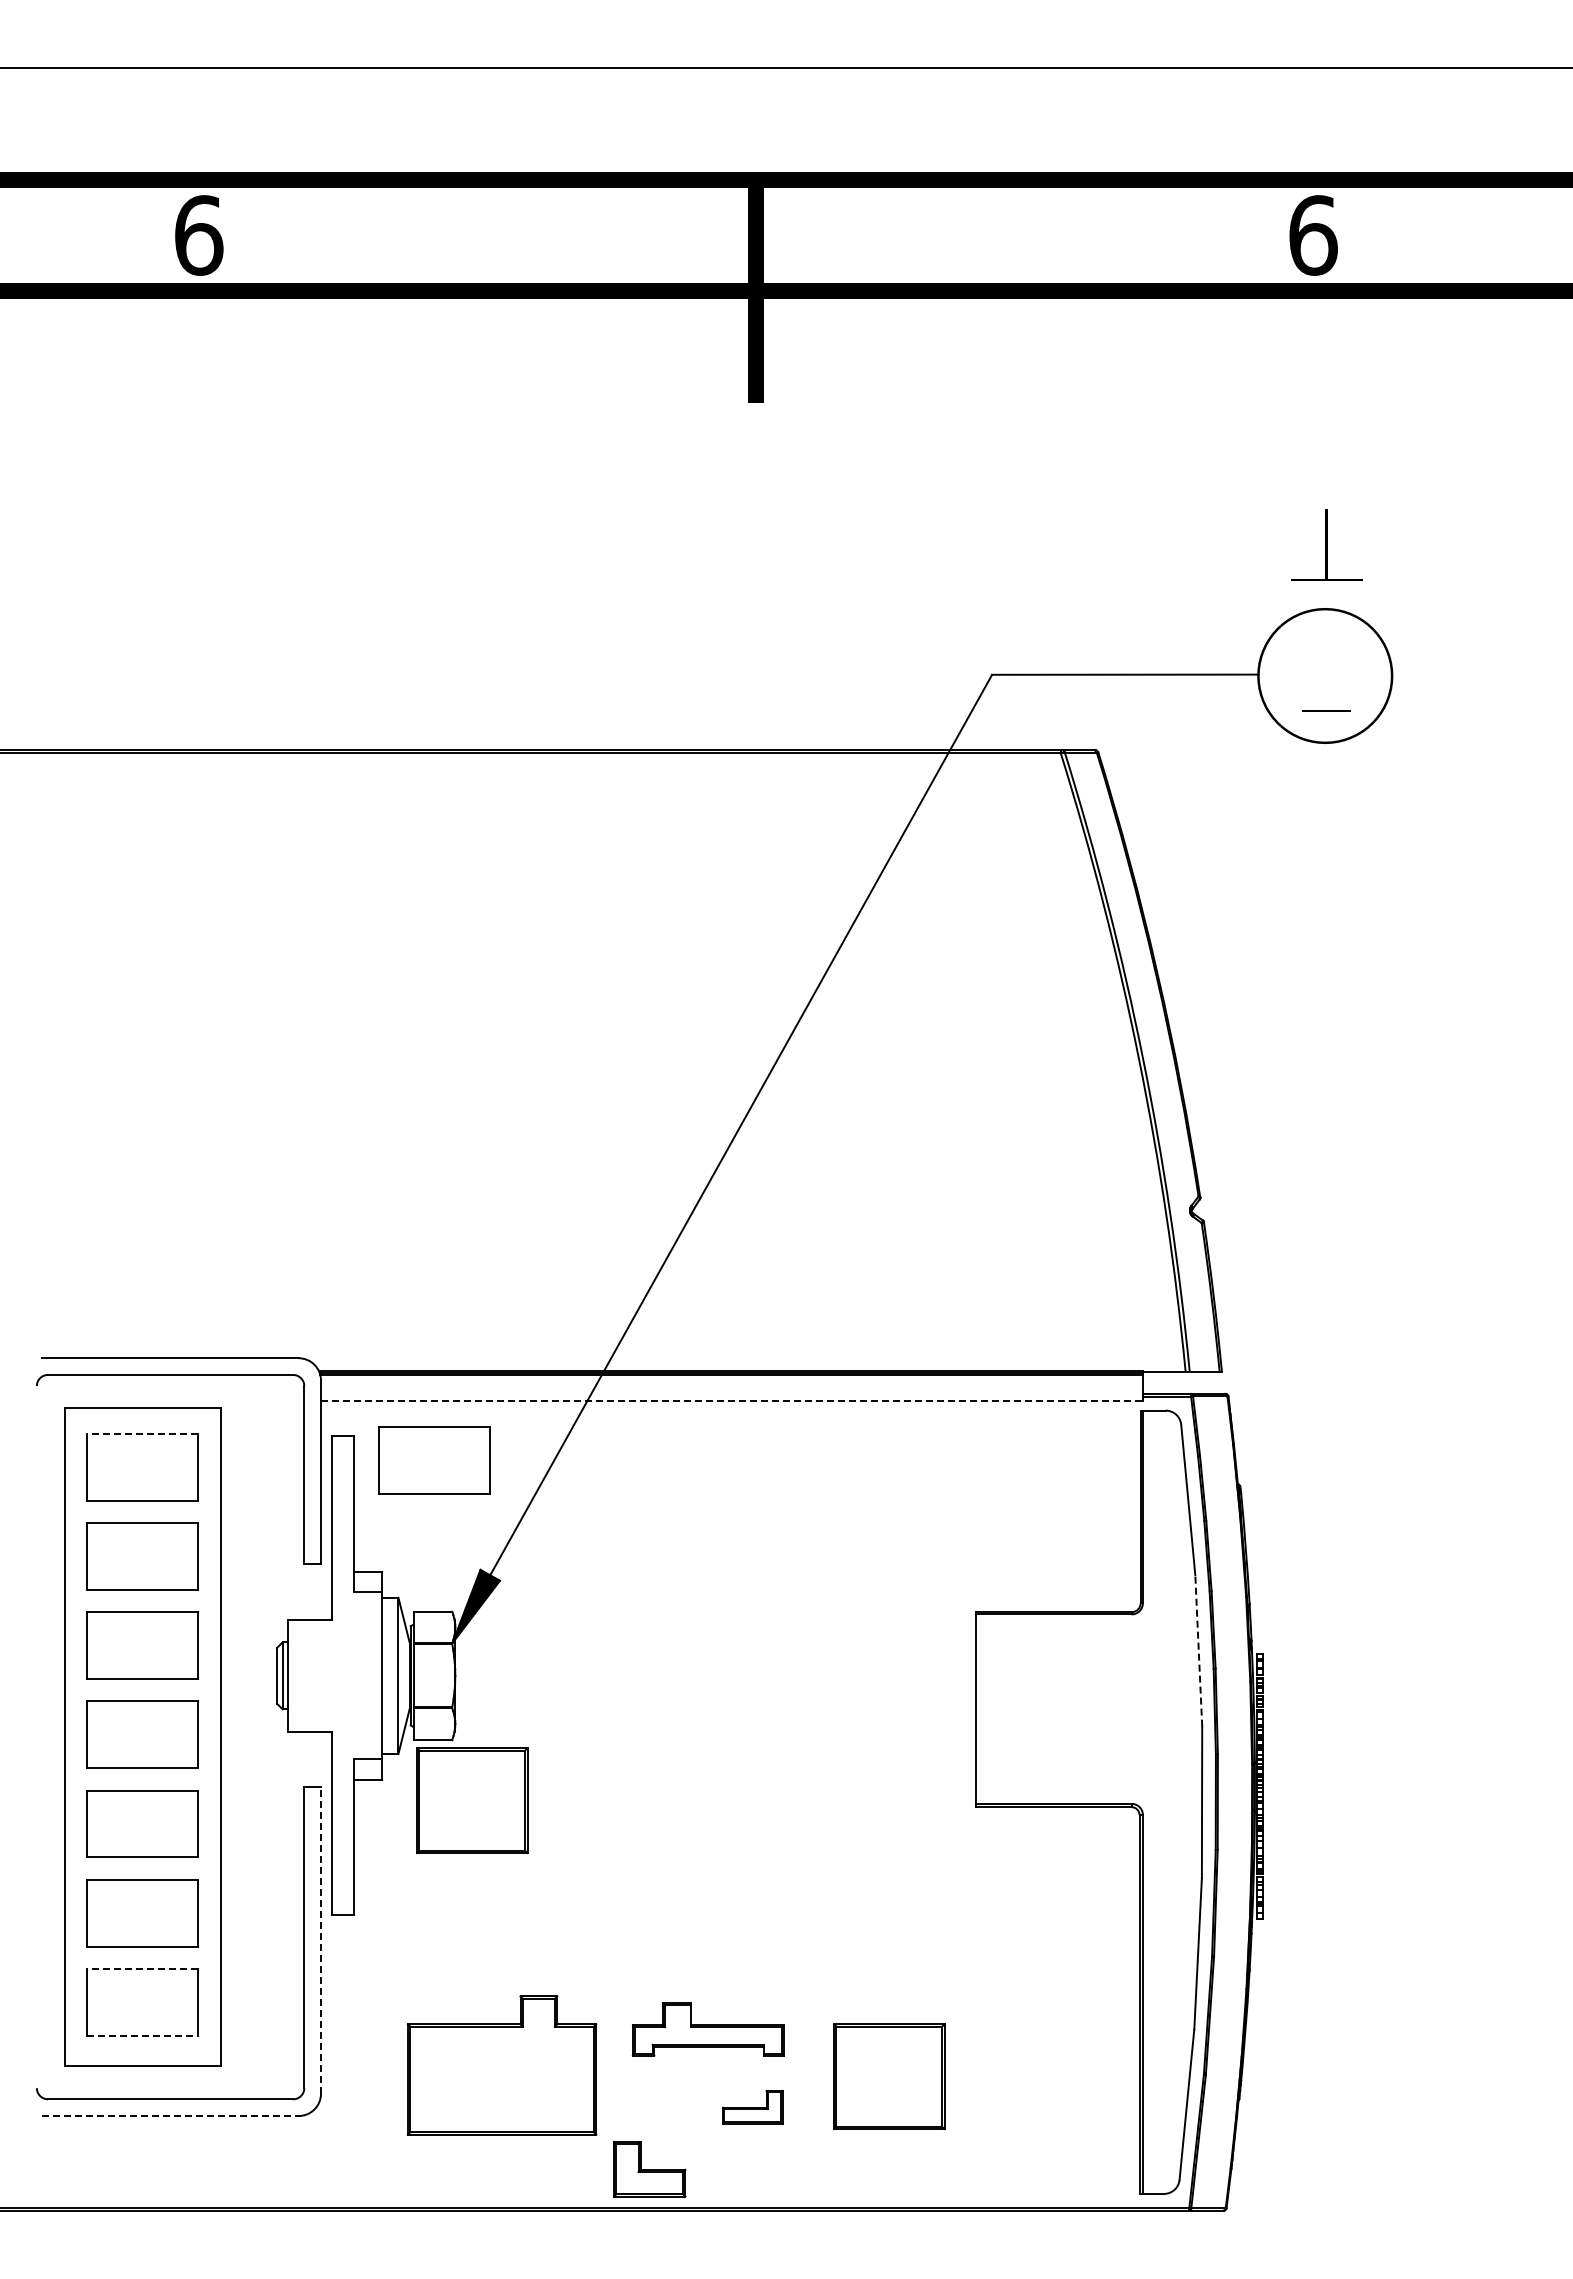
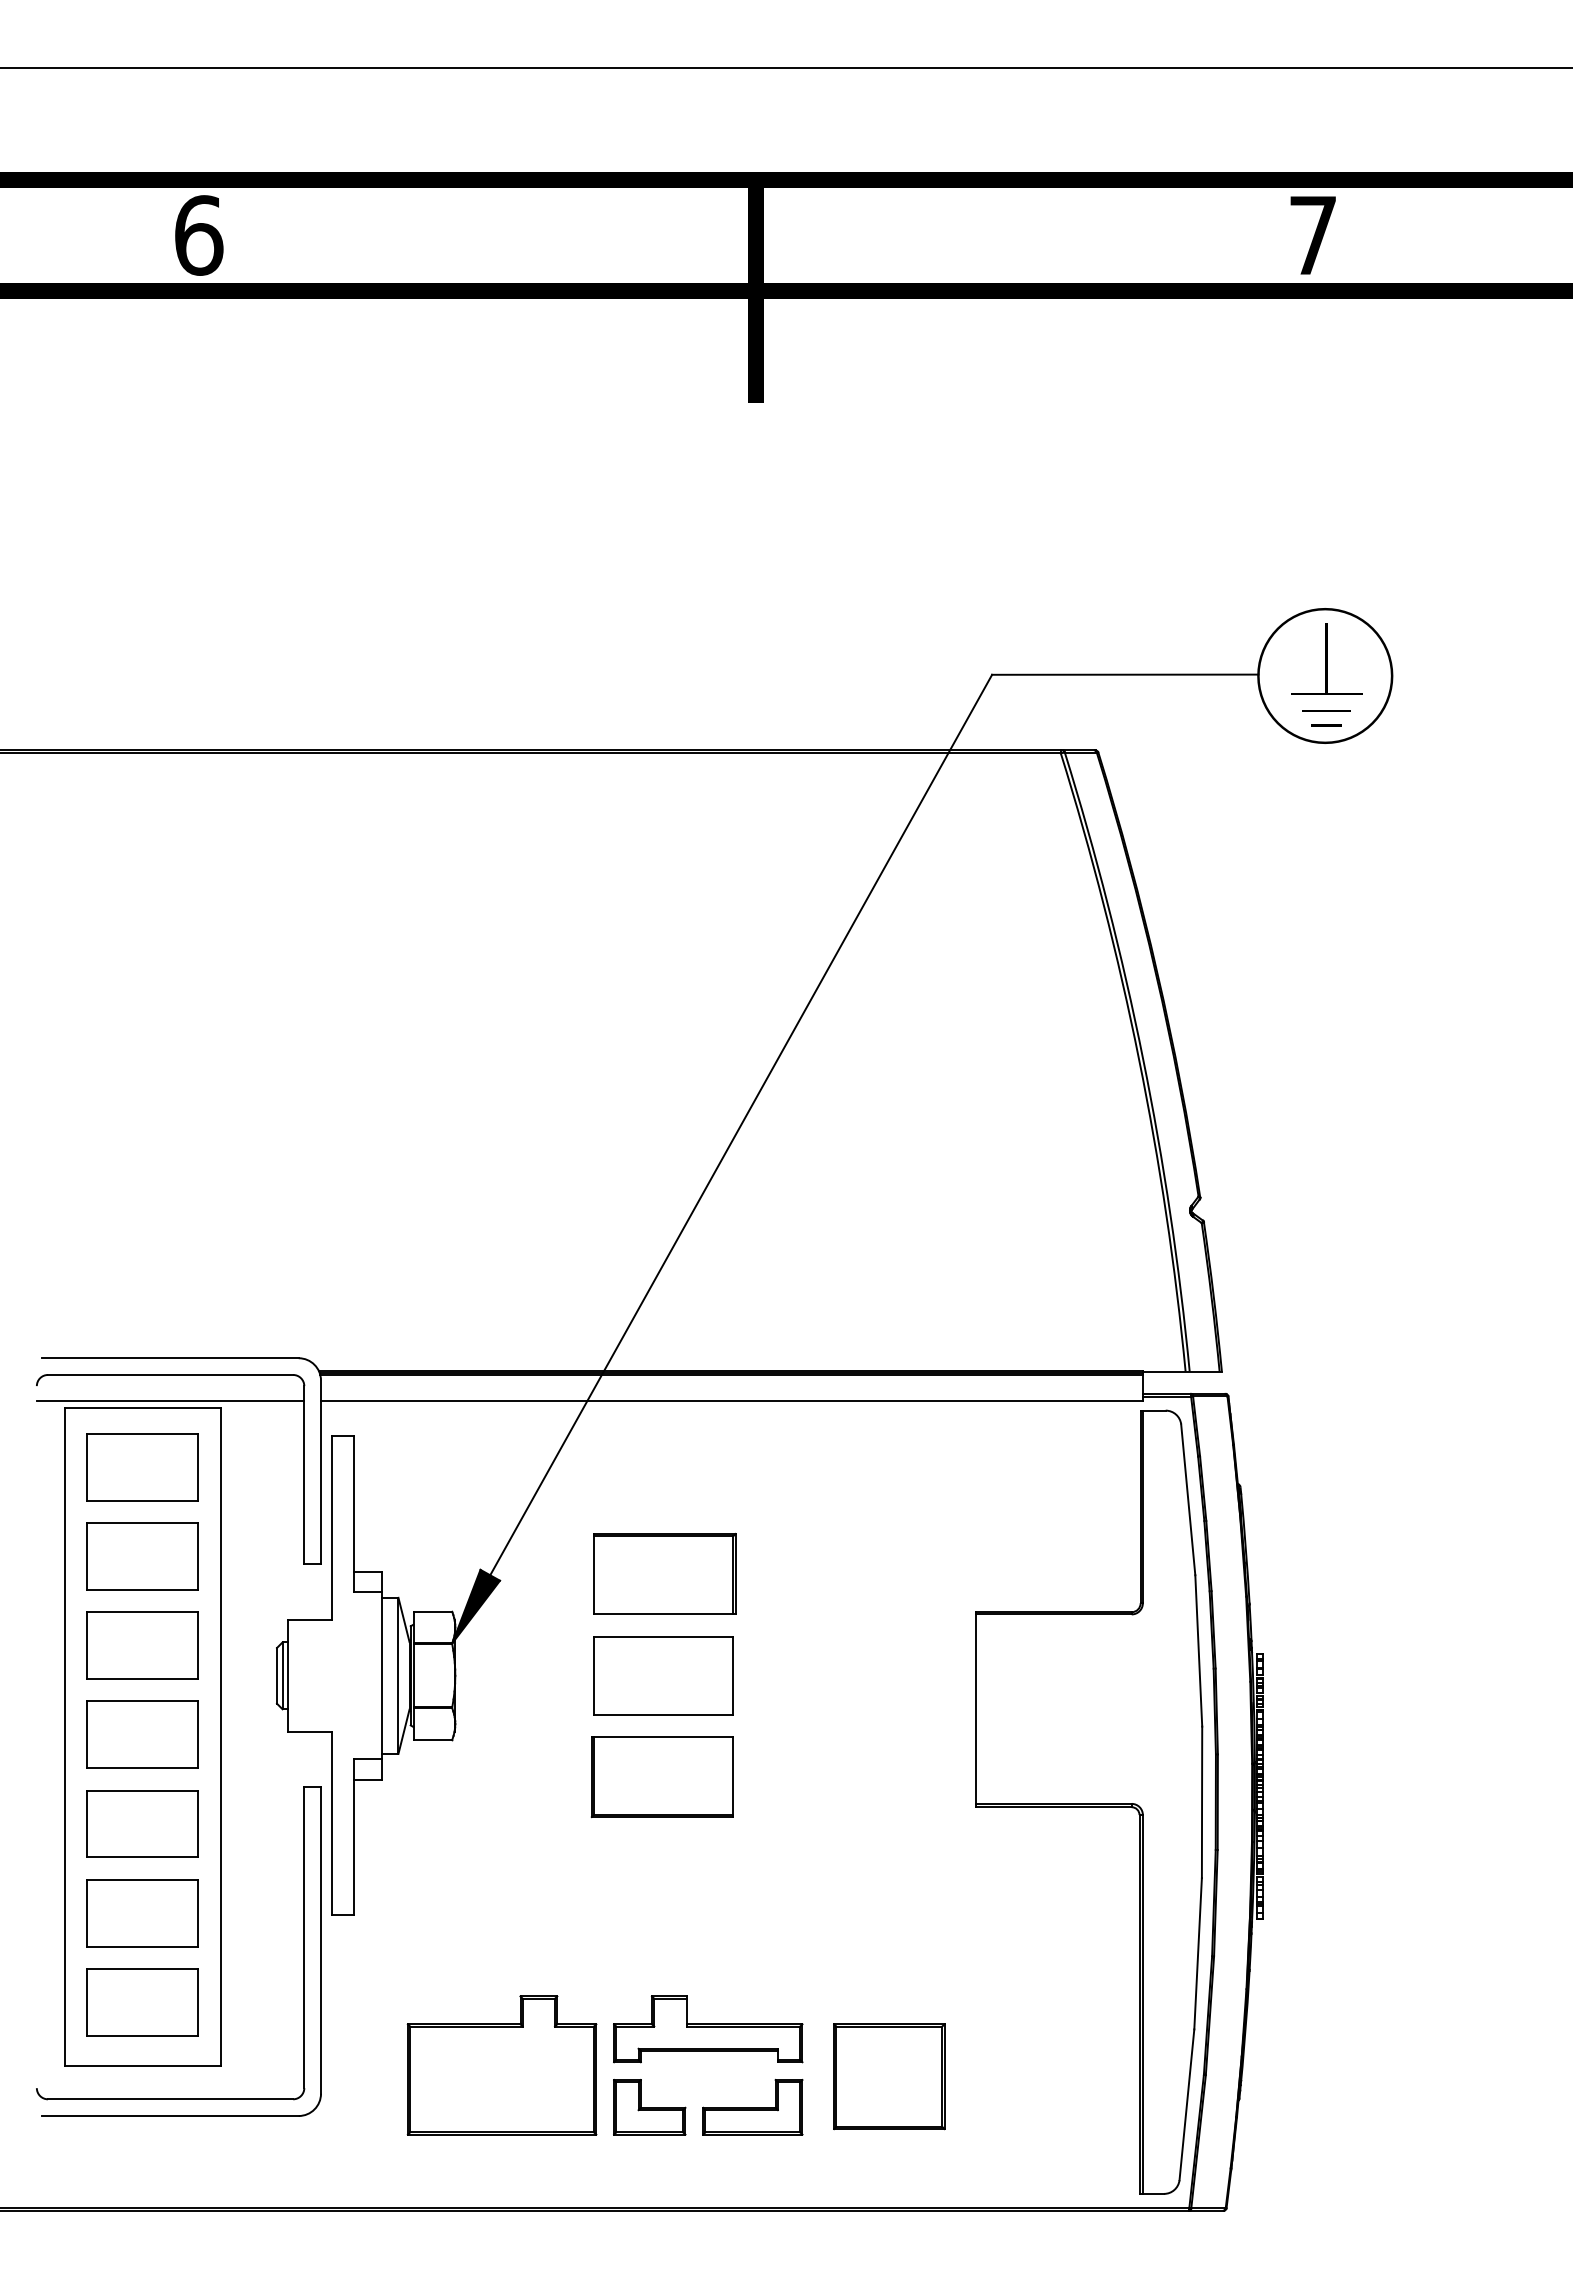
text at (1313, 235): 6 -> 7
part at (1326, 544) position: (1326, 544) -> (1326, 658)
line at (1326, 725): none -> present
line at (170, 1400): none -> present
line at (731, 1400): dashed -> solid
line at (142, 1434): dashed -> solid
part at (434, 1460): present -> none
part at (664, 1573): none -> present
line at (1198, 1650): dashed -> solid
part at (663, 1675): none -> present
part at (661, 1777): none -> present
part at (472, 1800): present -> none
line at (321, 1940): dashed -> solid
line at (142, 1968): dashed -> solid
part at (707, 2029) size: 154x55 px -> 191x69 px
line at (142, 2035): dashed -> solid
part at (752, 2107) size: 62x35 px -> 102x57 px
line at (171, 2116): dashed -> solid
part at (649, 2169) position: (649, 2169) -> (649, 2107)
